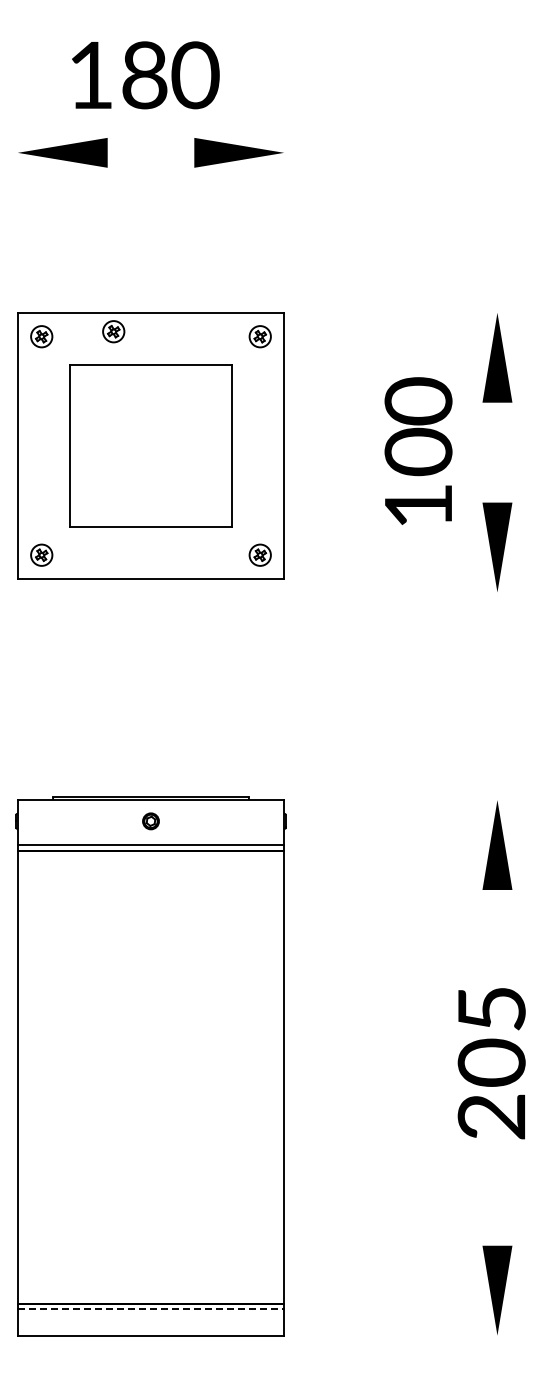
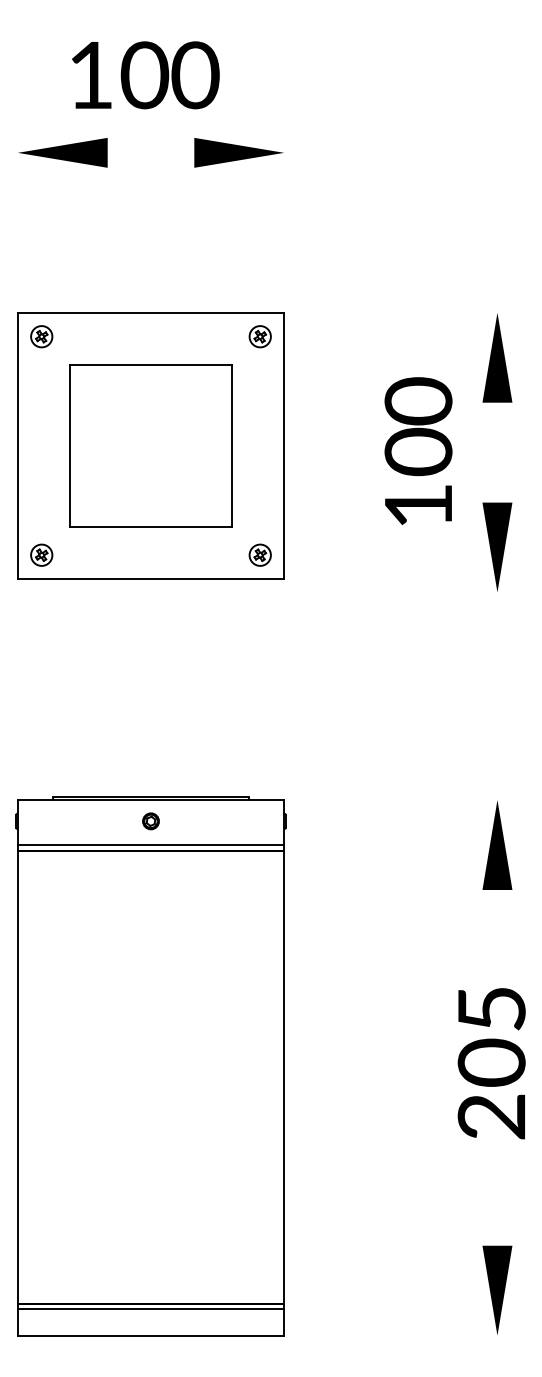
text at (144, 75): 18 -> 10
part at (113, 331): present -> none
line at (151, 1309): dashed -> solid
